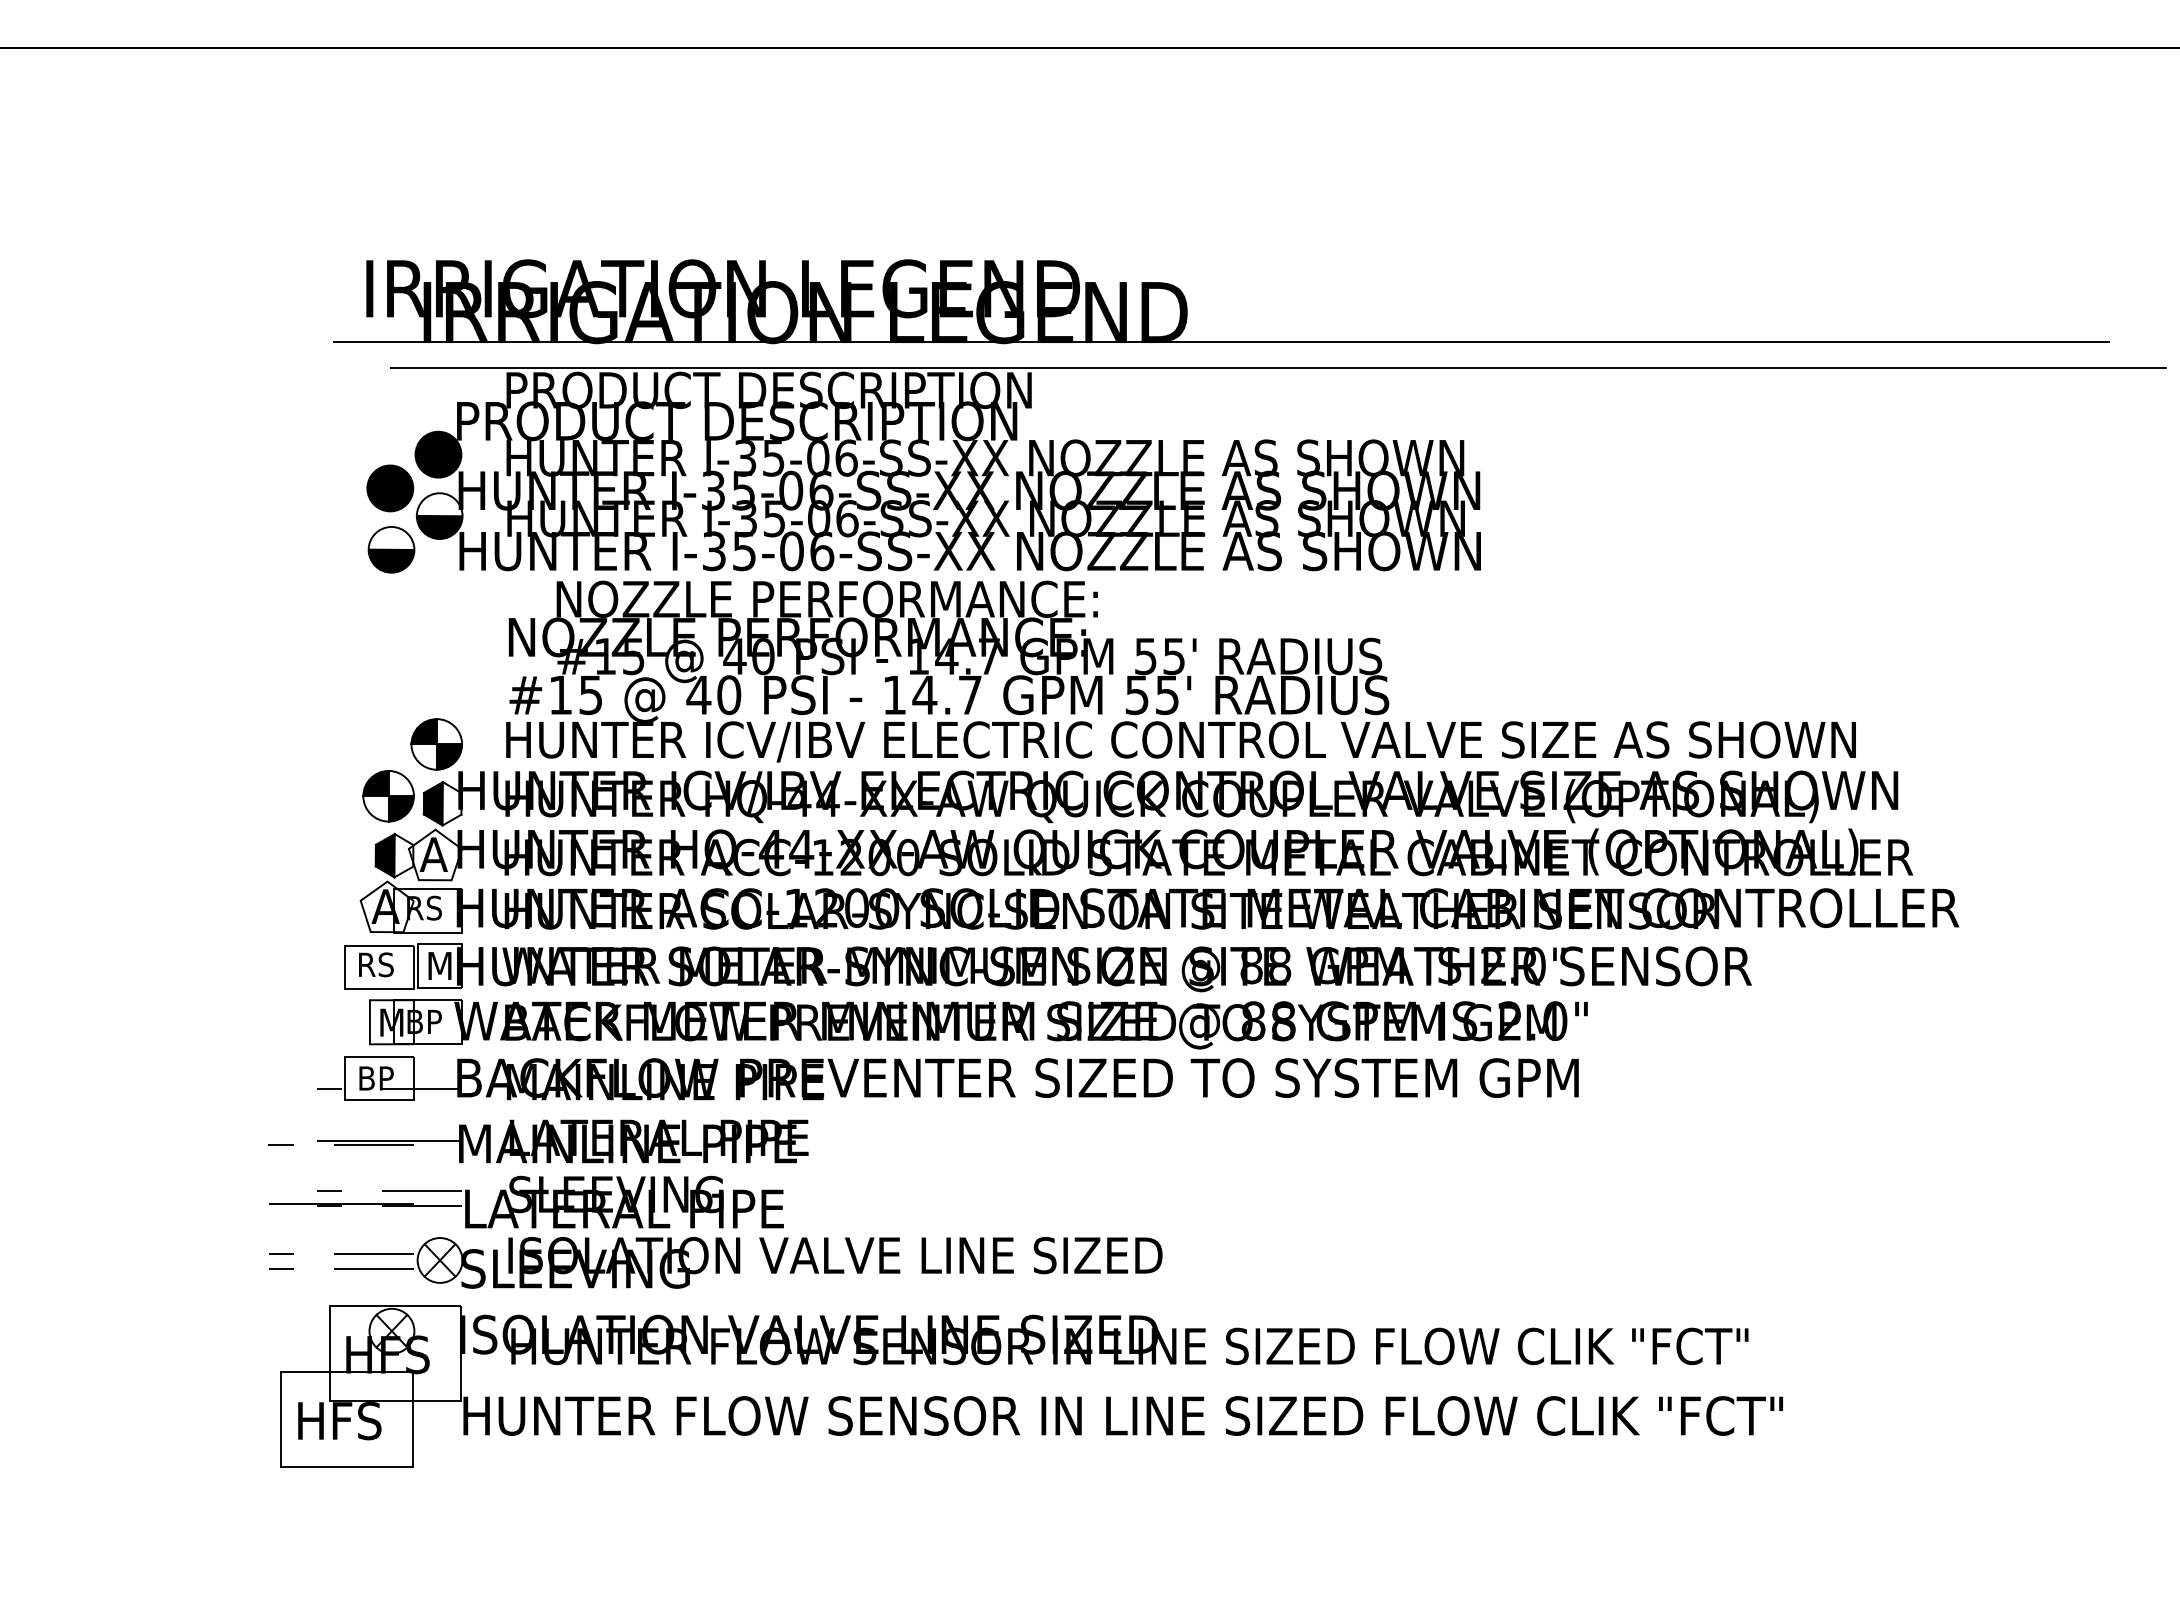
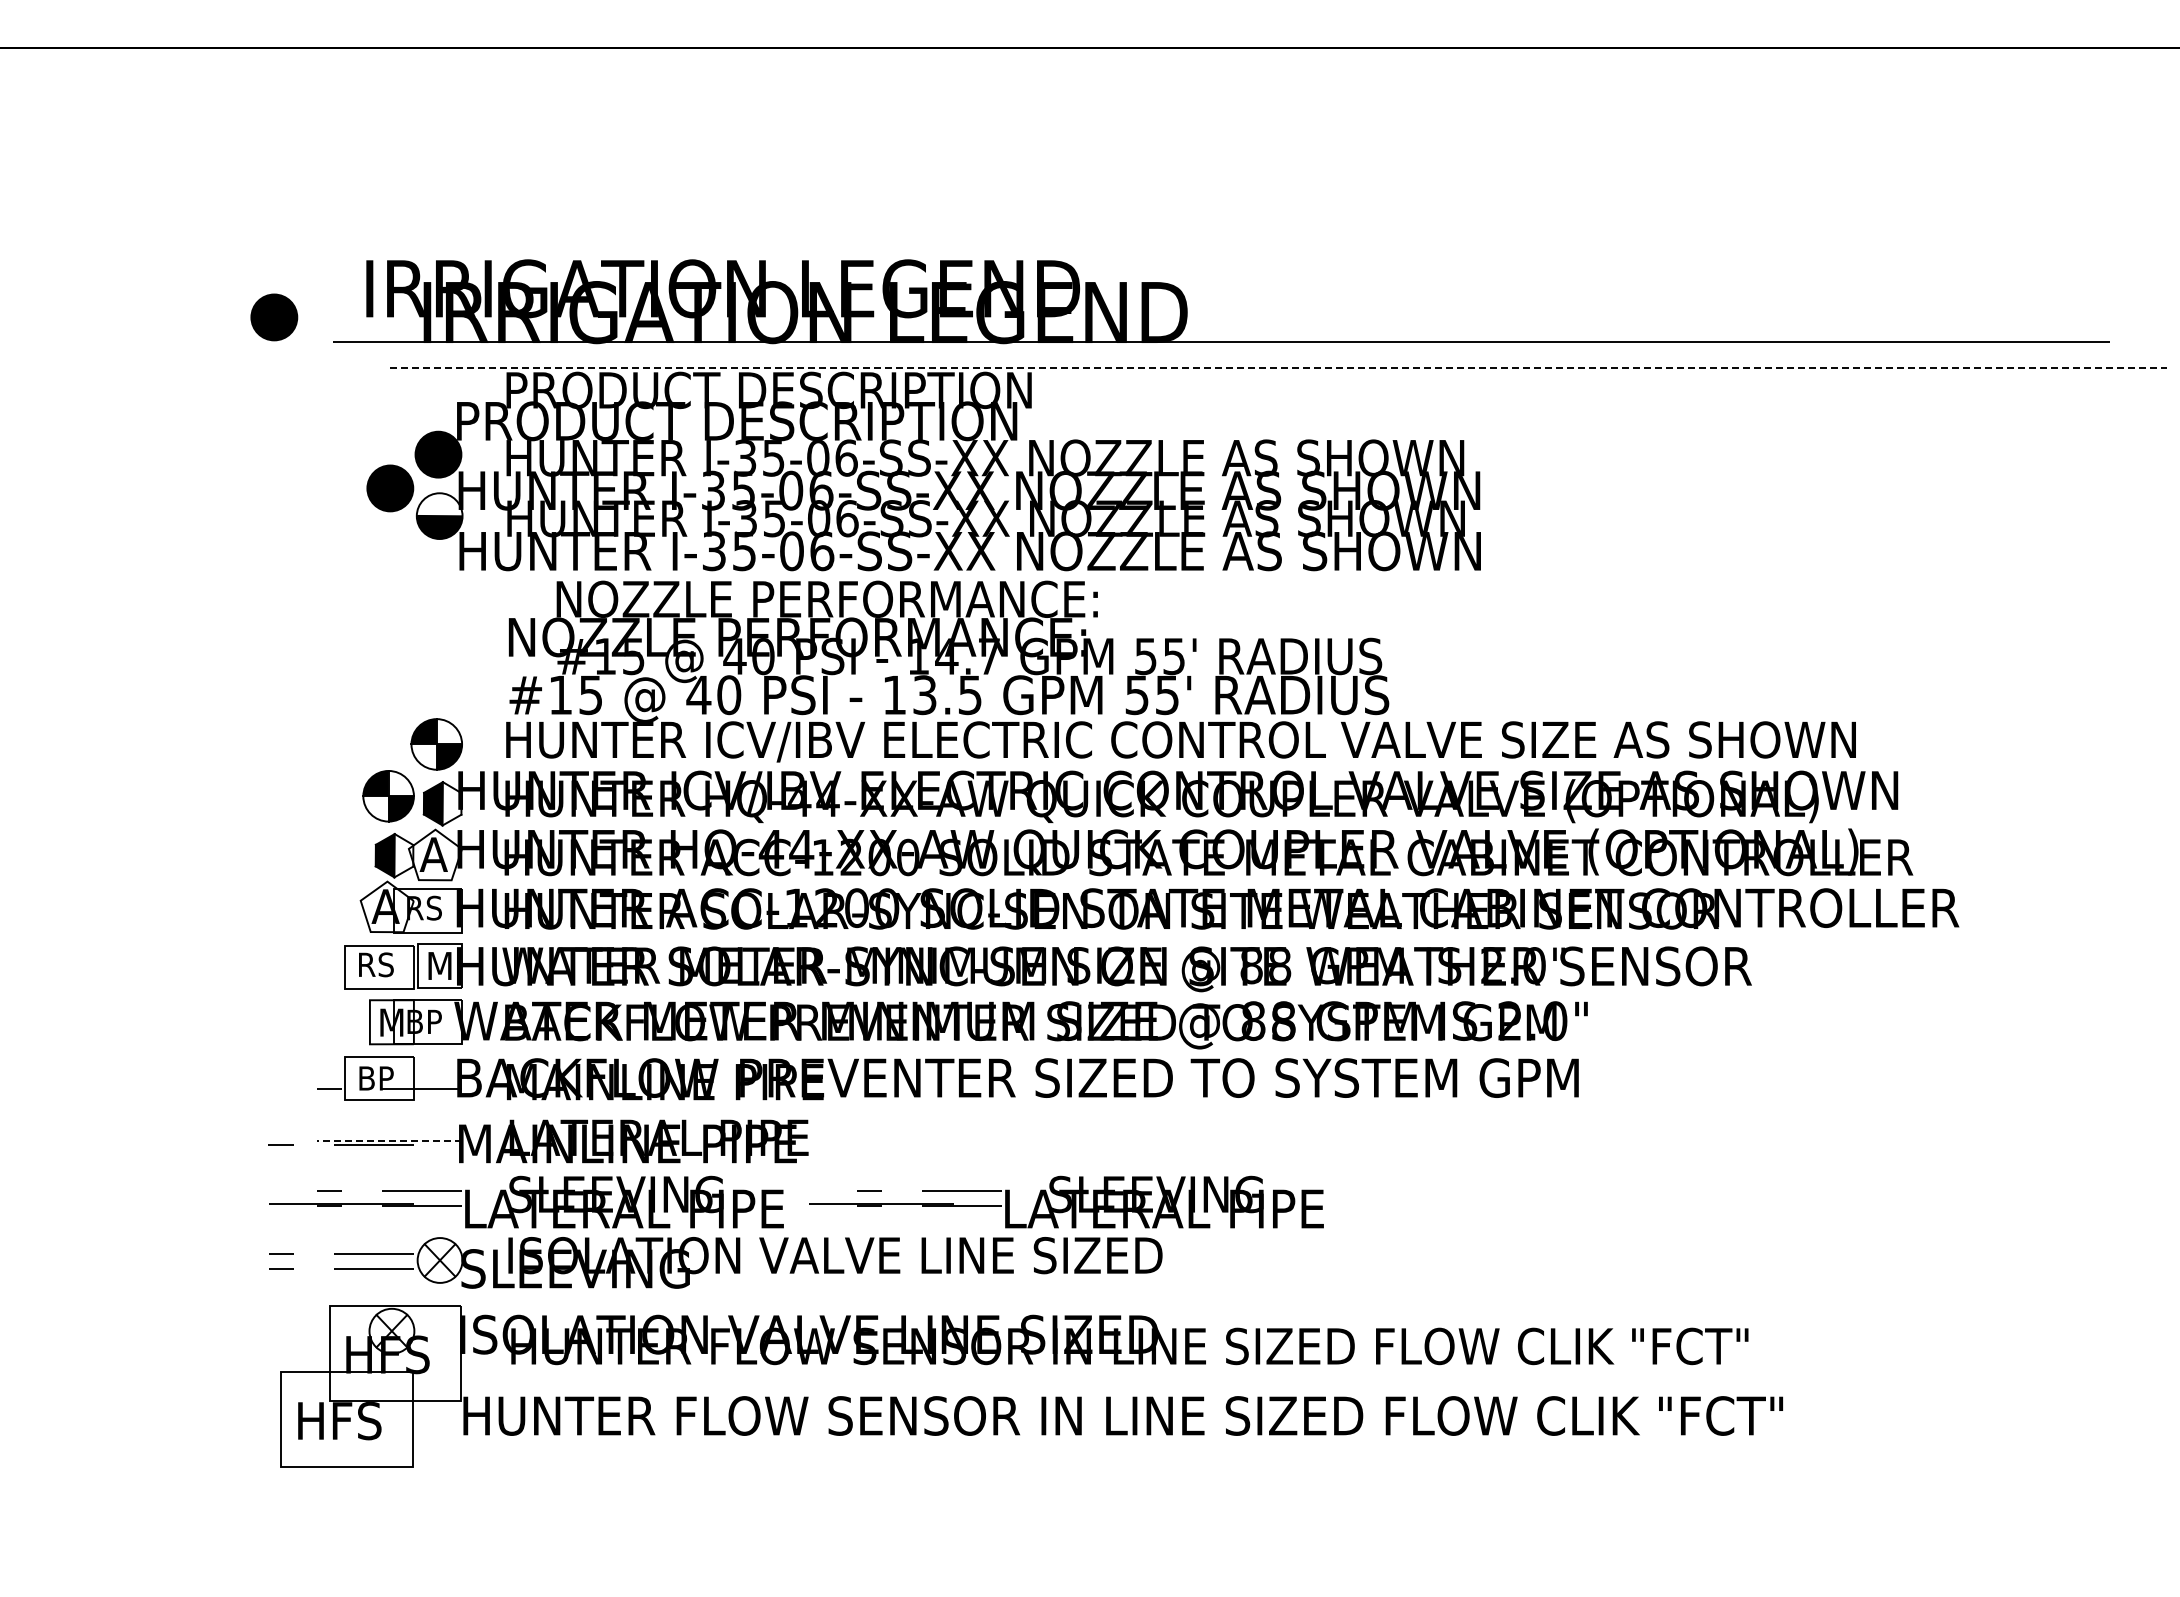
part at (274, 317): none -> present
line at (1278, 367): solid -> dashed
part at (391, 549): present -> none
text at (946, 695): 14.7 -> 13.5
line at (389, 1140): solid -> dashed
part at (1066, 1201): none -> present
